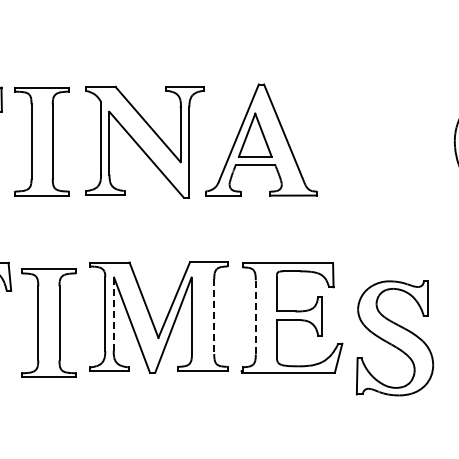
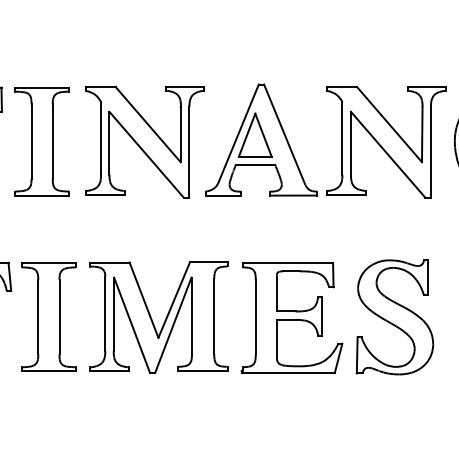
part at (386, 142): none -> present
line at (113, 314): dashed -> solid
line at (255, 316): dashed -> solid
line at (214, 317): dashed -> solid
part at (48, 322) position: (48, 322) -> (48, 316)
part at (394, 338) position: (394, 338) -> (394, 317)
